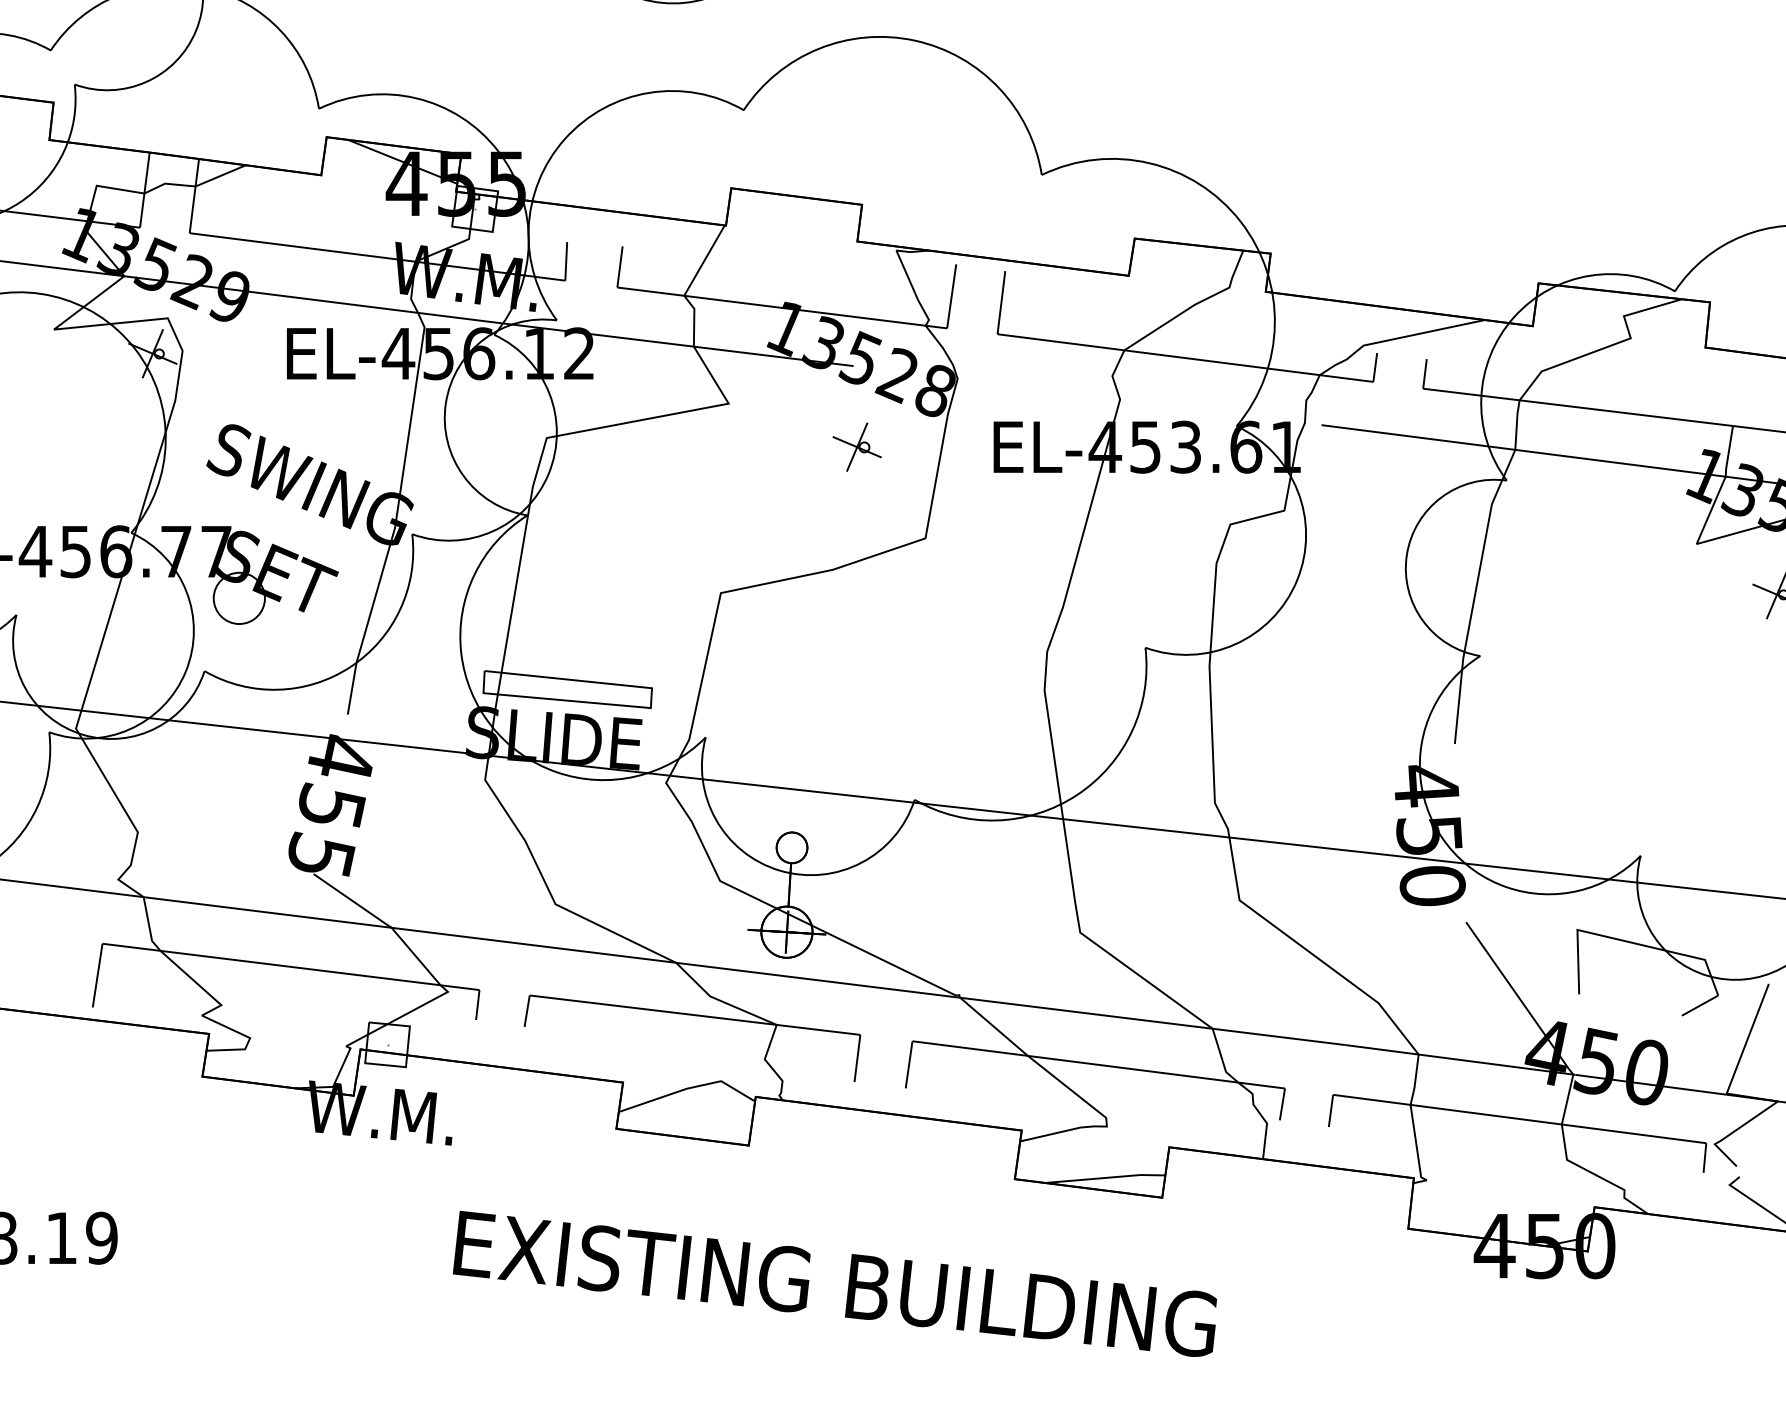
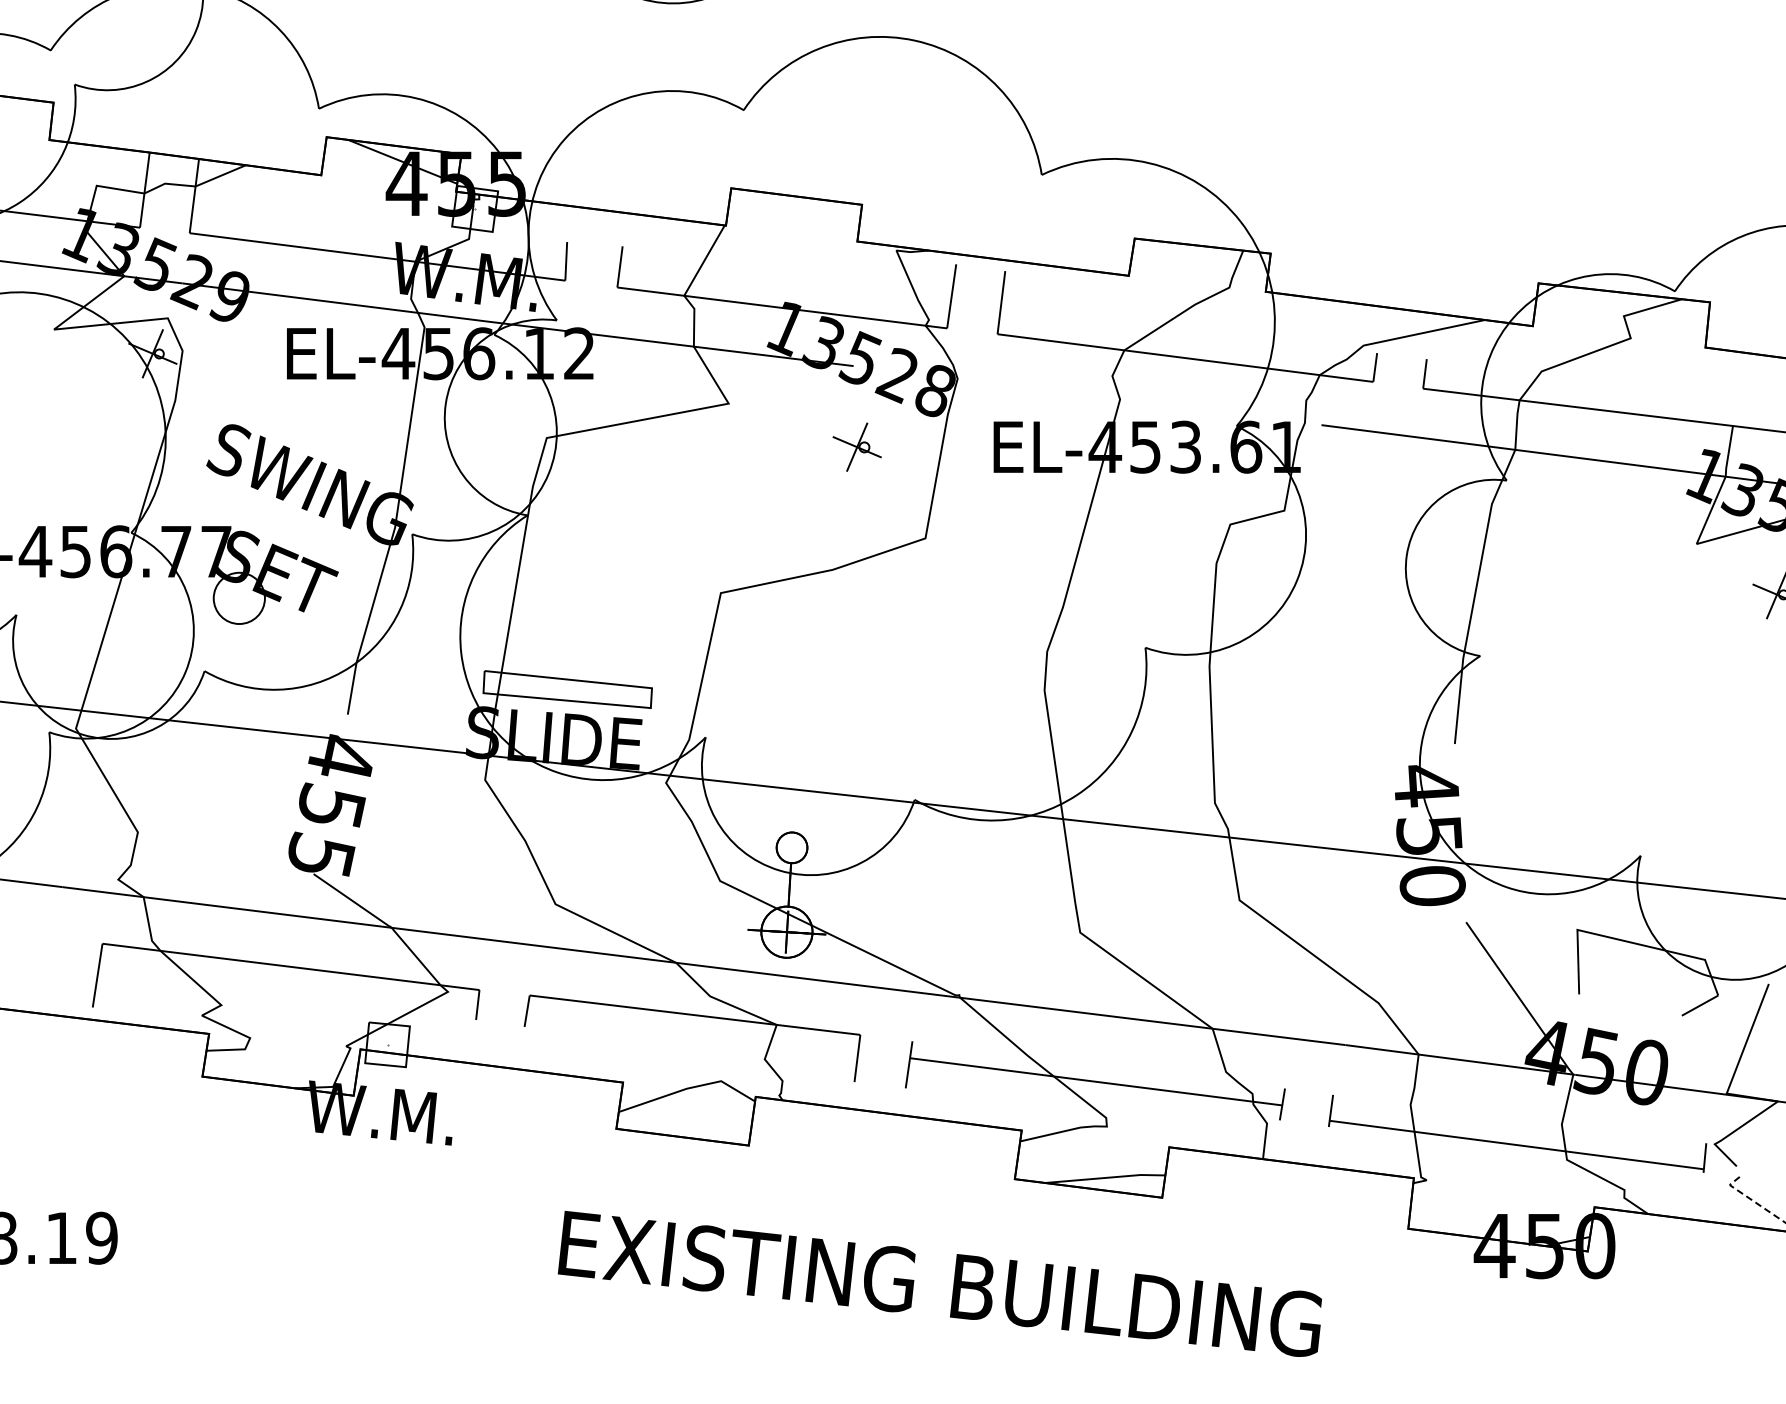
line at (1098, 1064) position: (1098, 1064) -> (1096, 1081)
line at (1519, 1118) position: (1519, 1118) -> (1516, 1144)
line at (1751, 1200): solid -> dashed
text at (834, 1283) position: (834, 1283) -> (939, 1283)
